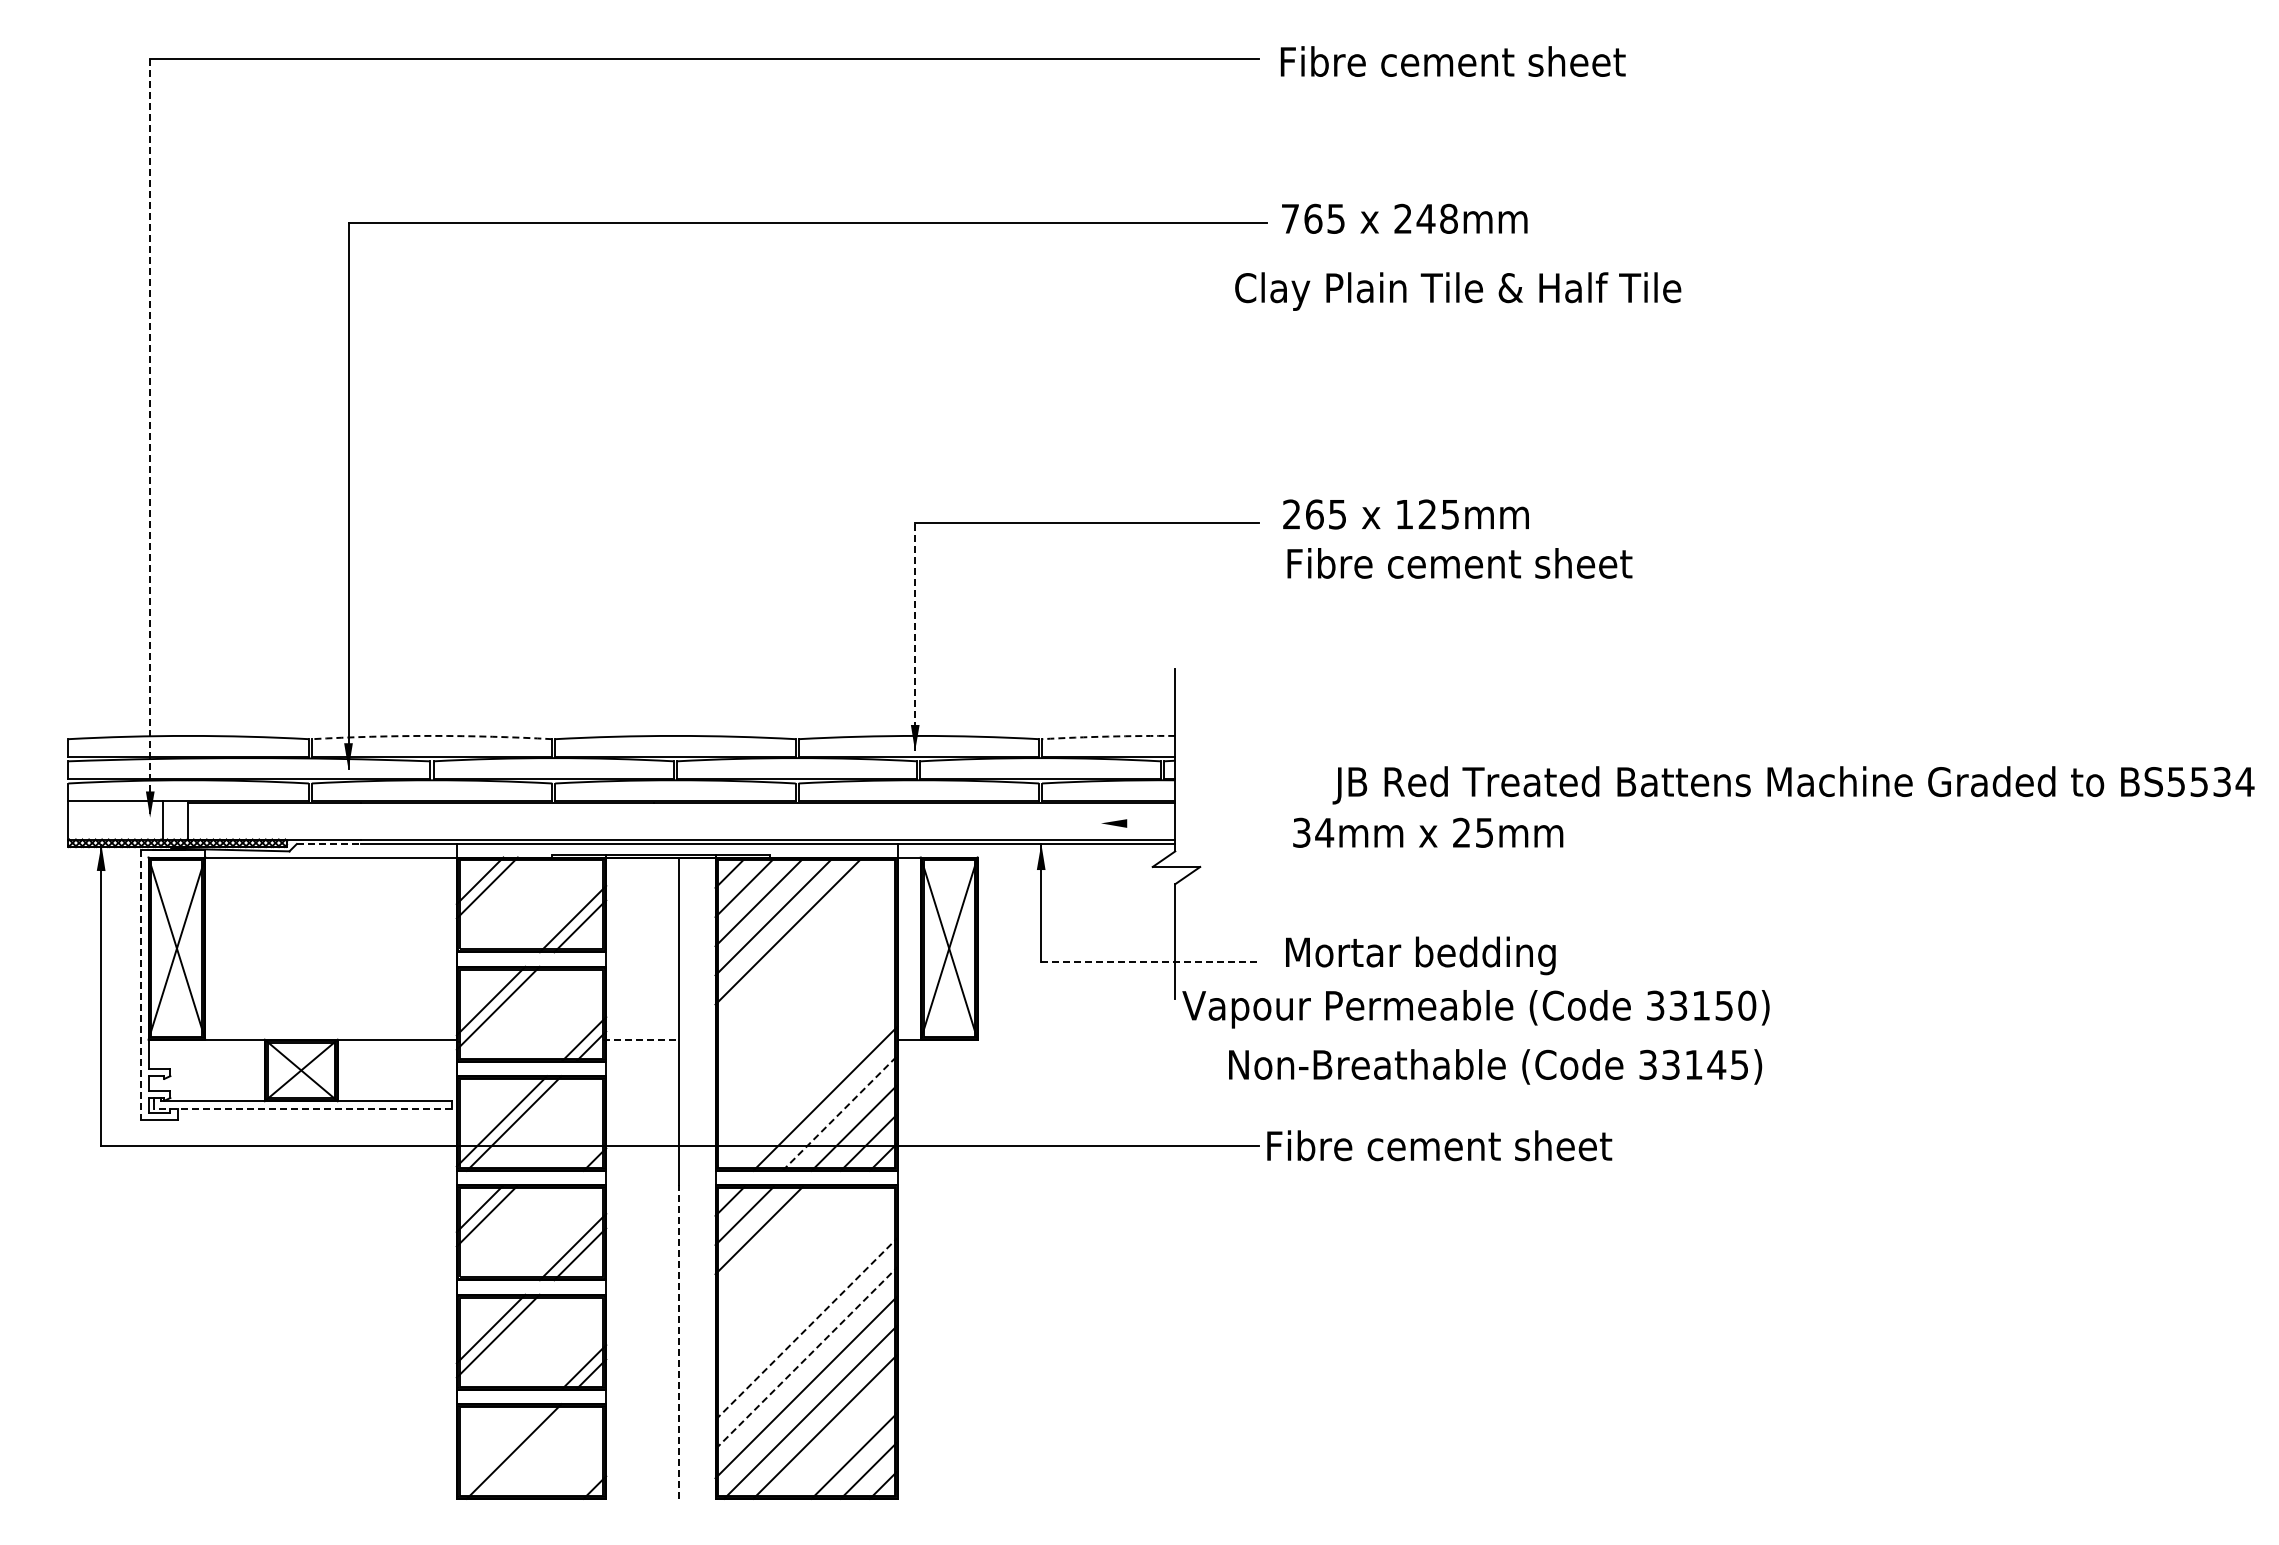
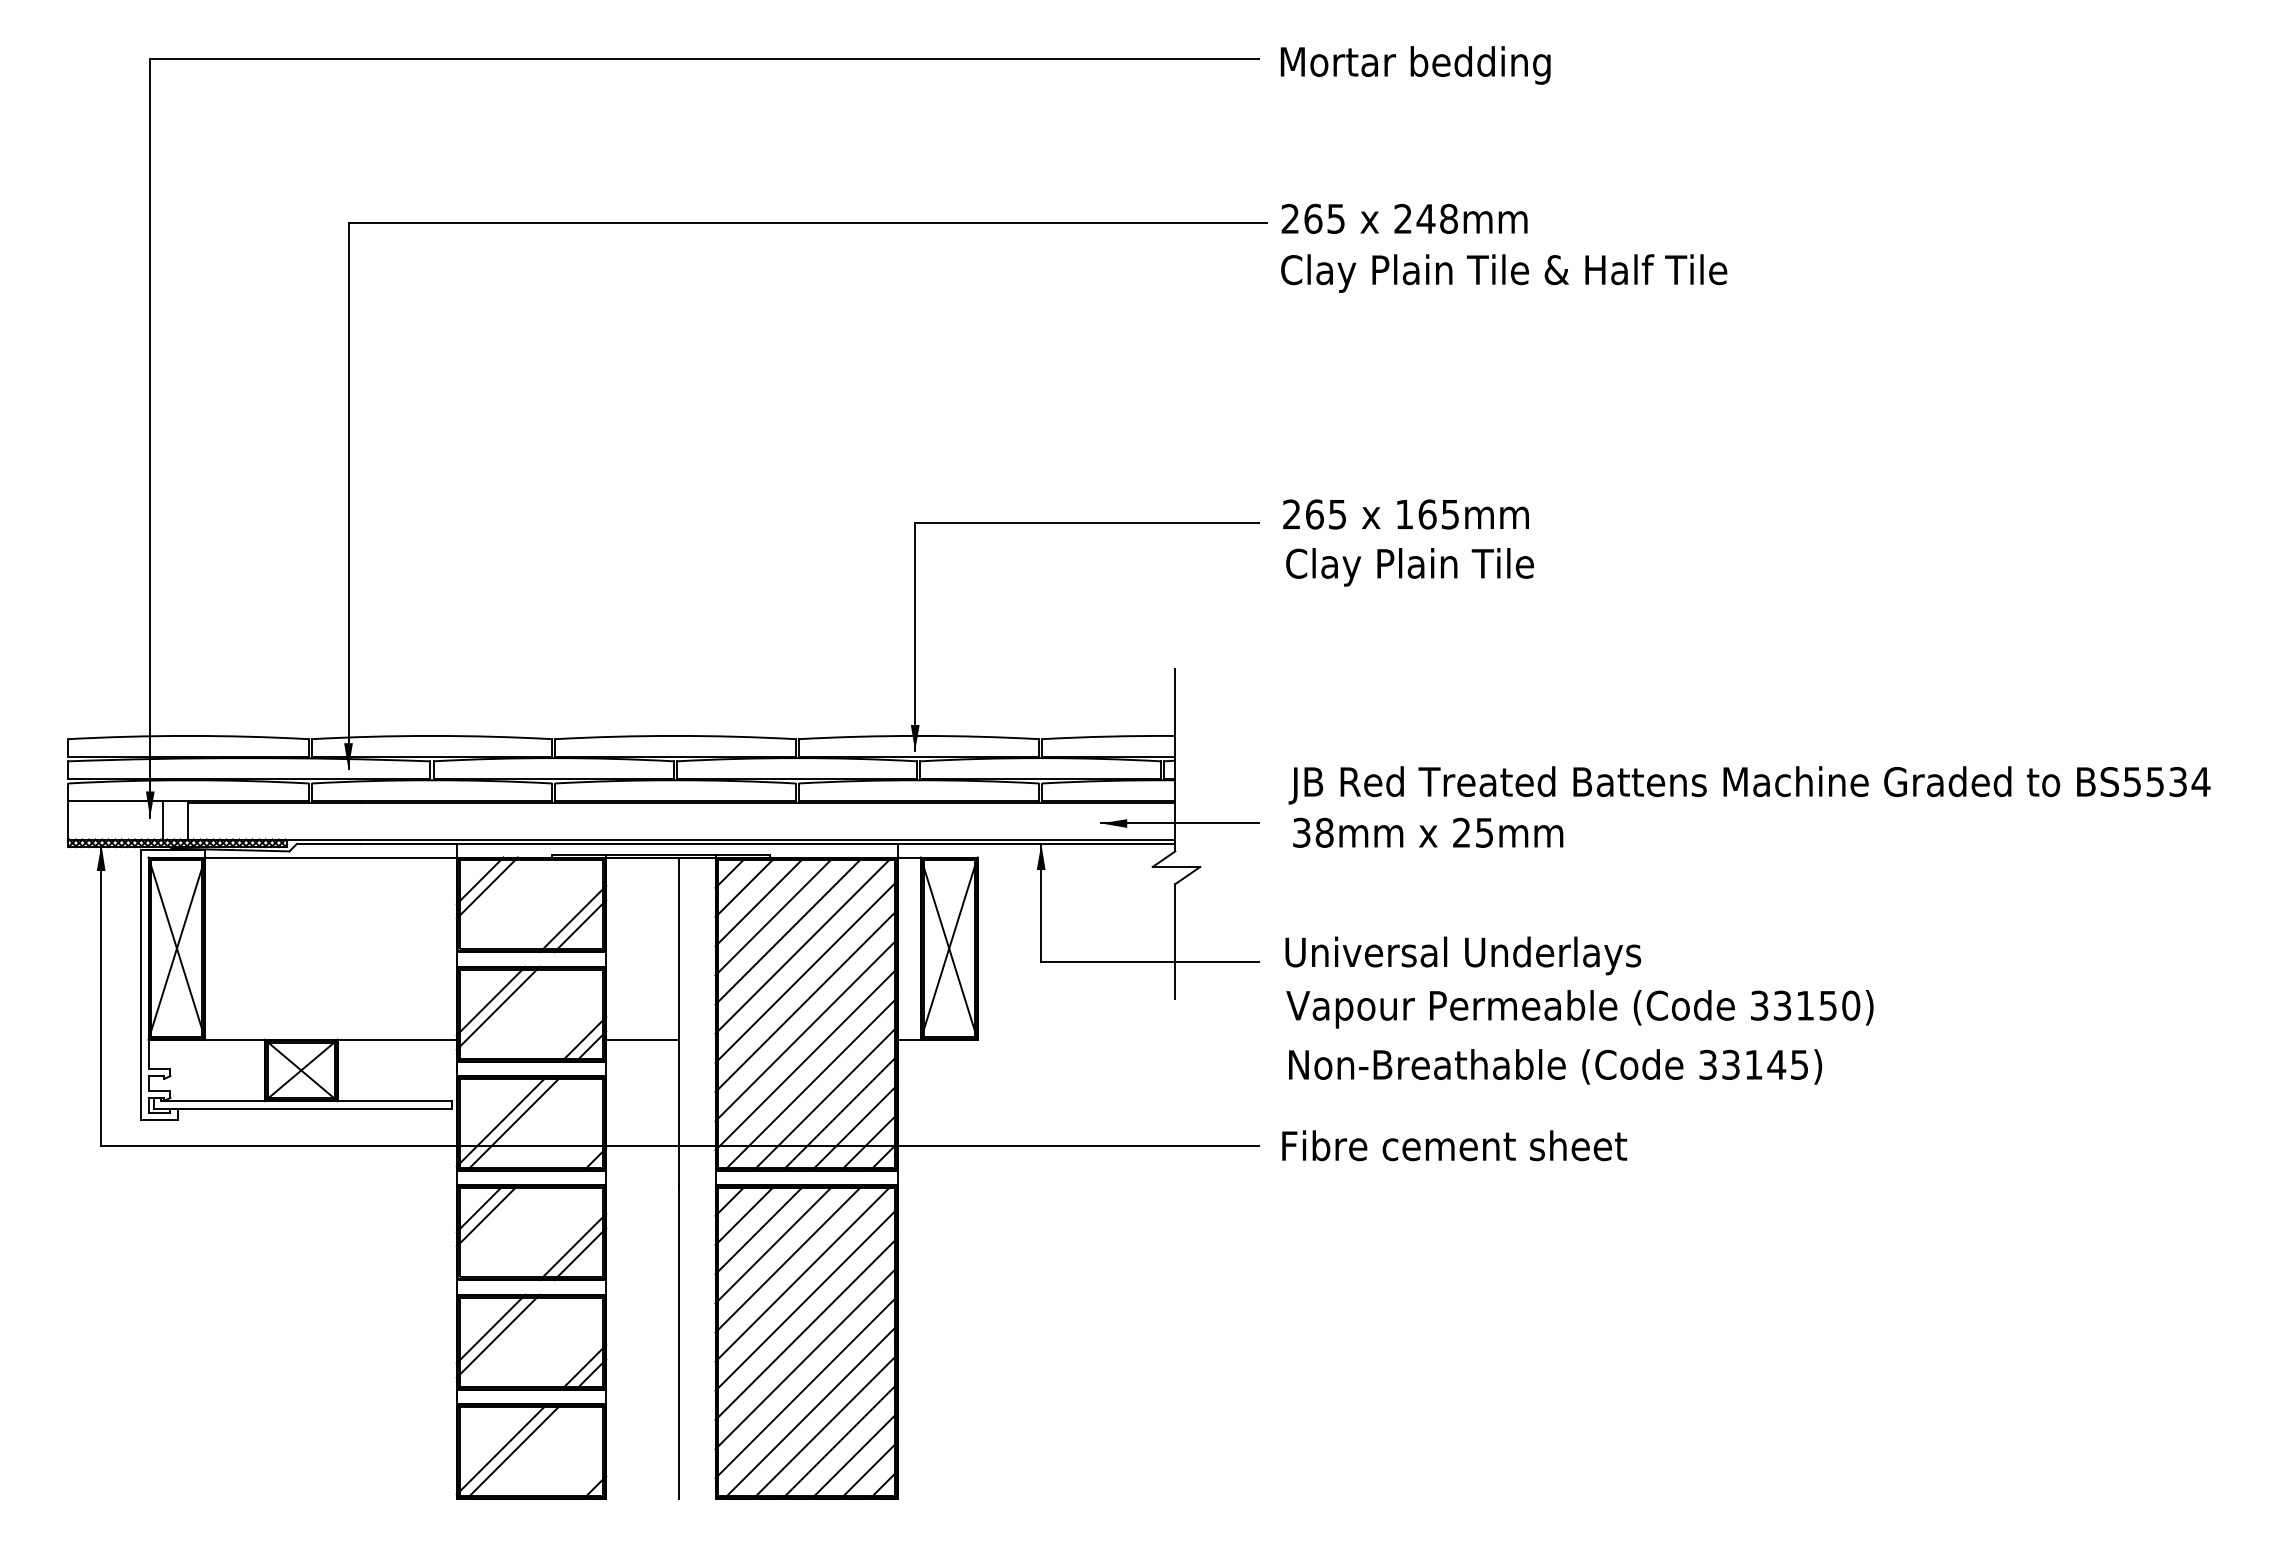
text at (1454, 65): Fibre cement sheet -> Mortar bedding
text at (1289, 218): 765 -> 265
text at (1458, 291) position: (1458, 291) -> (1504, 273)
line at (150, 438): dashed -> solid
text at (1427, 514): 125mm -> 165mm
text at (1459, 567): Fibre cement sheet -> Clay Plain Tile
line at (915, 637): dashed -> solid
arc at (432, 735): dashed -> solid
arc at (1108, 736): dashed -> solid
text at (1793, 785) position: (1793, 785) -> (1749, 785)
line at (1179, 823): none -> present
text at (1324, 832): 34mm -> 38mm
line at (328, 844): dashed -> solid
line at (802, 945): none -> present
text at (1463, 955): Mortar bedding -> Universal Underlays
line at (1150, 961): dashed -> solid
line at (805, 972): none -> present
line at (141, 985): dashed -> solid
line at (806, 1000): none -> present
text at (1475, 1009) position: (1475, 1009) -> (1579, 1009)
line at (806, 1029): none -> present
line at (641, 1039): dashed -> solid
line at (806, 1059): none -> present
text at (1495, 1066) position: (1495, 1066) -> (1555, 1066)
line at (810, 1083): none -> present
line at (302, 1108): dashed -> solid
line at (840, 1113): dashed -> solid
text at (1439, 1145) position: (1439, 1145) -> (1454, 1145)
line at (773, 1244): none -> present
line at (788, 1259): none -> present
line at (802, 1273): none -> present
line at (805, 1300): none -> present
line at (806, 1328): dashed -> solid
line at (679, 1342): dashed -> solid
line at (806, 1358): dashed -> solid
line at (839, 1440): none -> present
line at (501, 1449): none -> present
